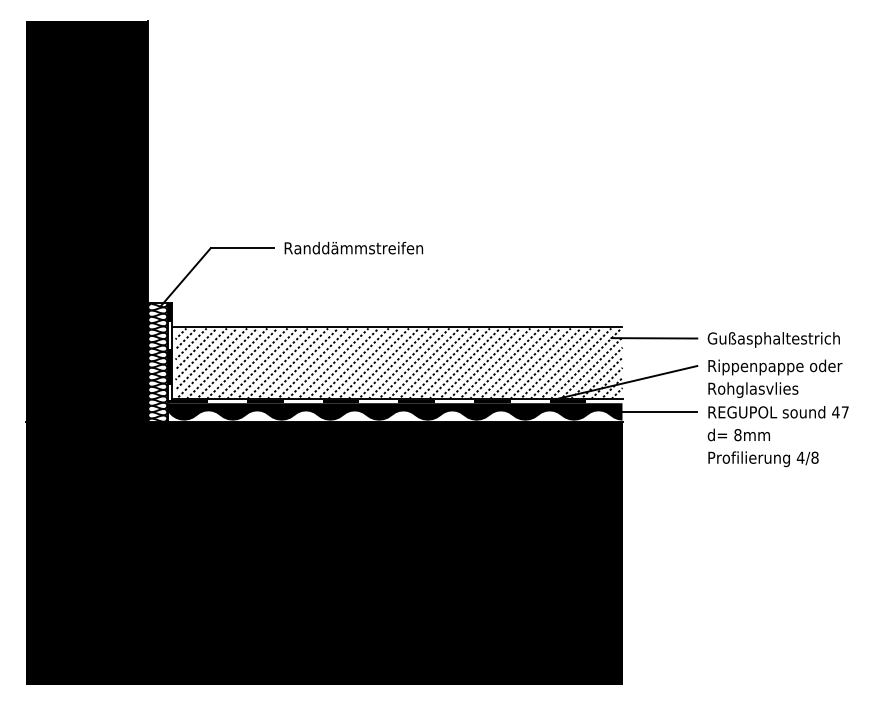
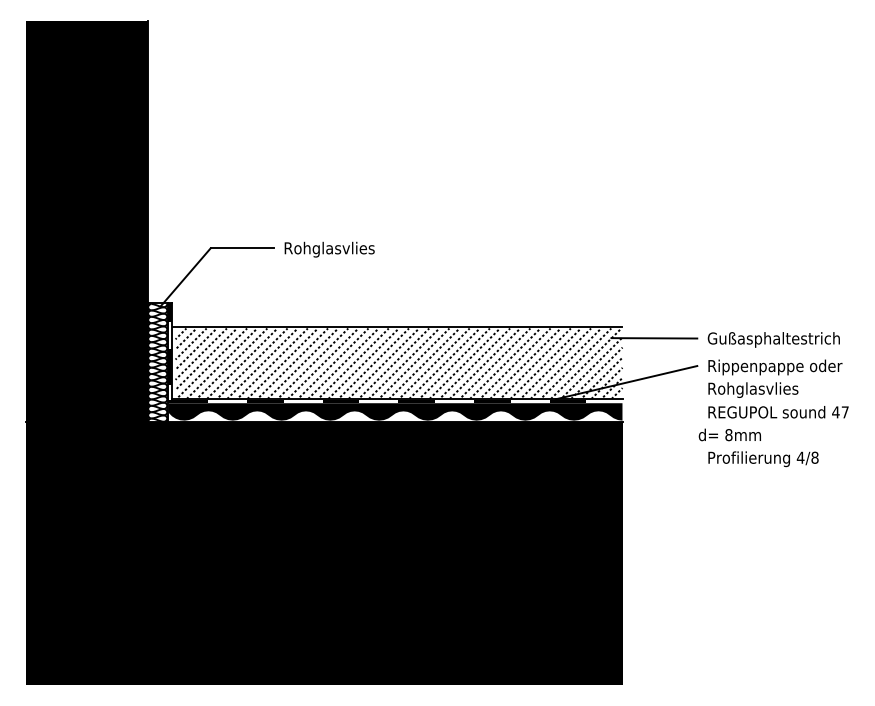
text at (358, 249): Randdämmstreifen -> Rohglasvlies
line at (654, 412): present -> none
text at (738, 434) position: (738, 434) -> (729, 434)
